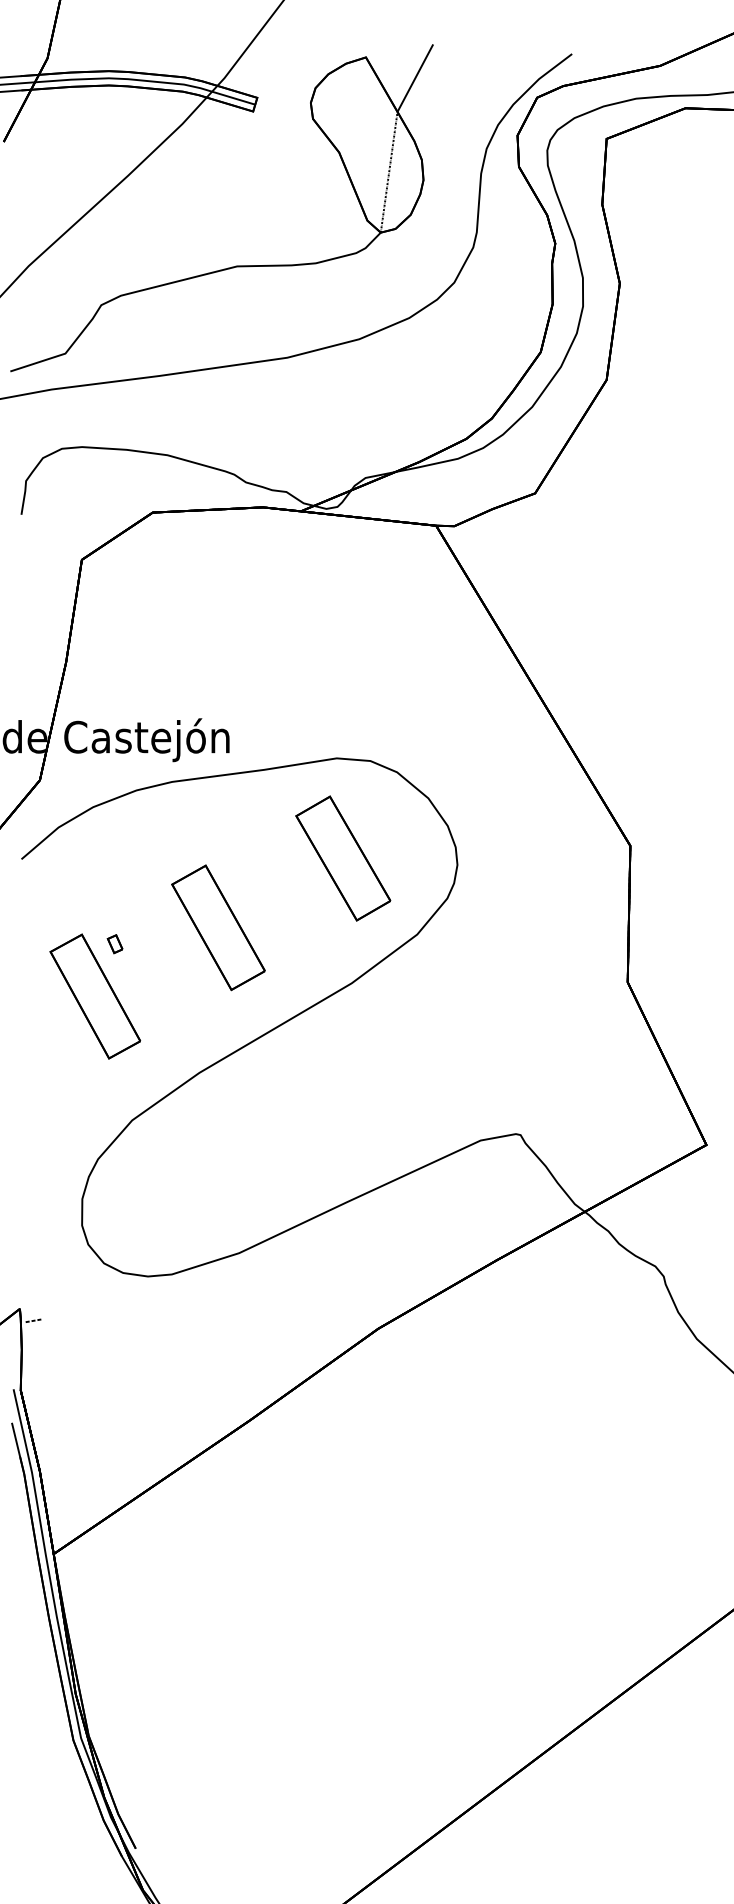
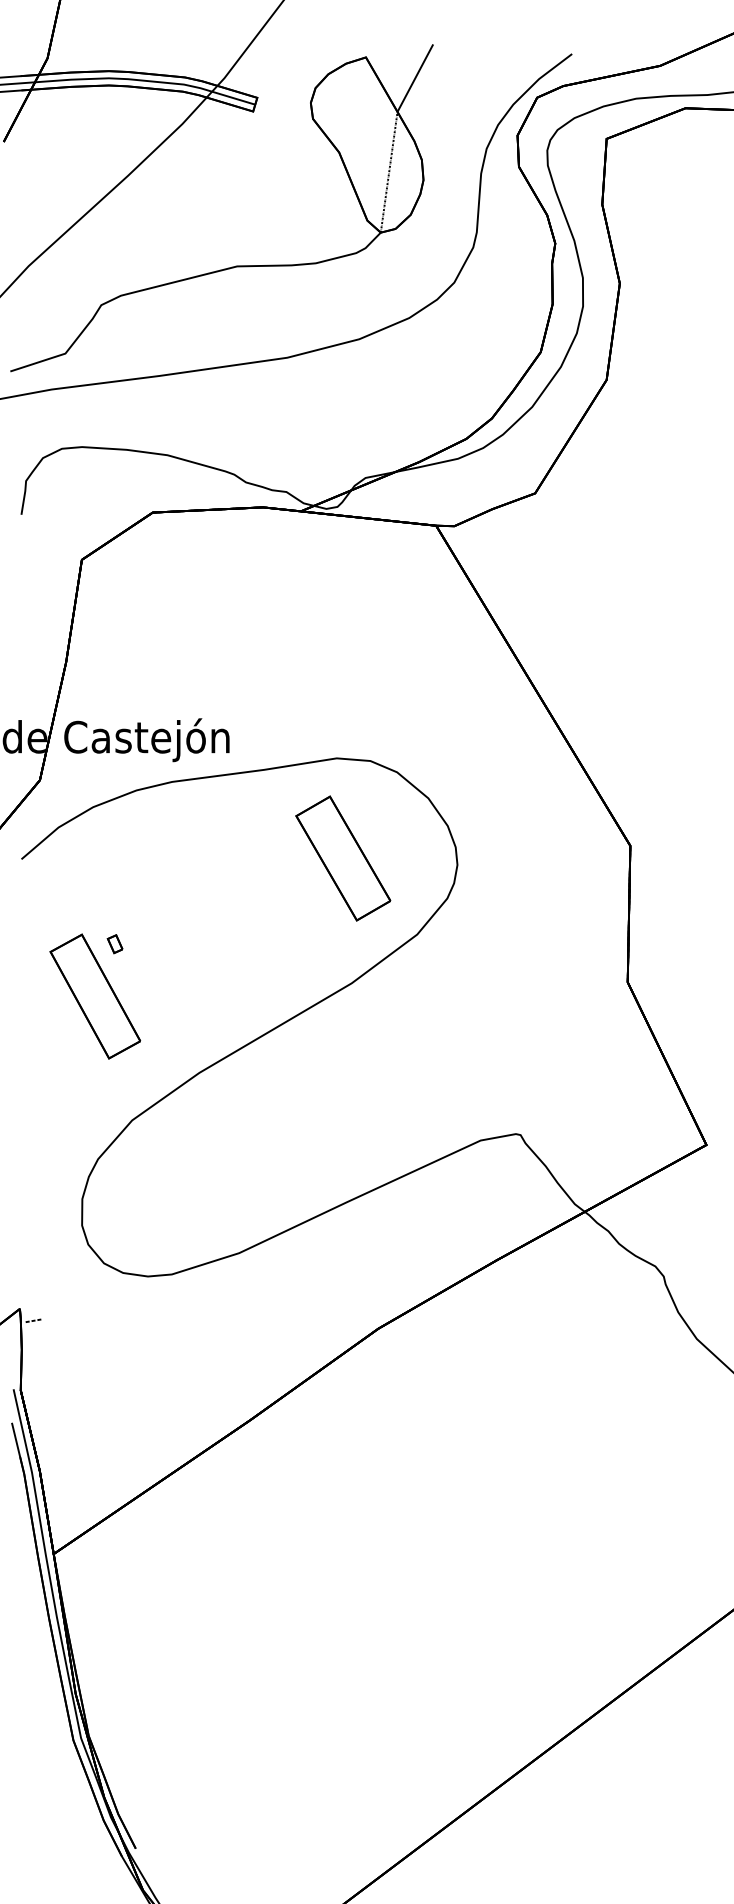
part at (218, 927): present -> none
